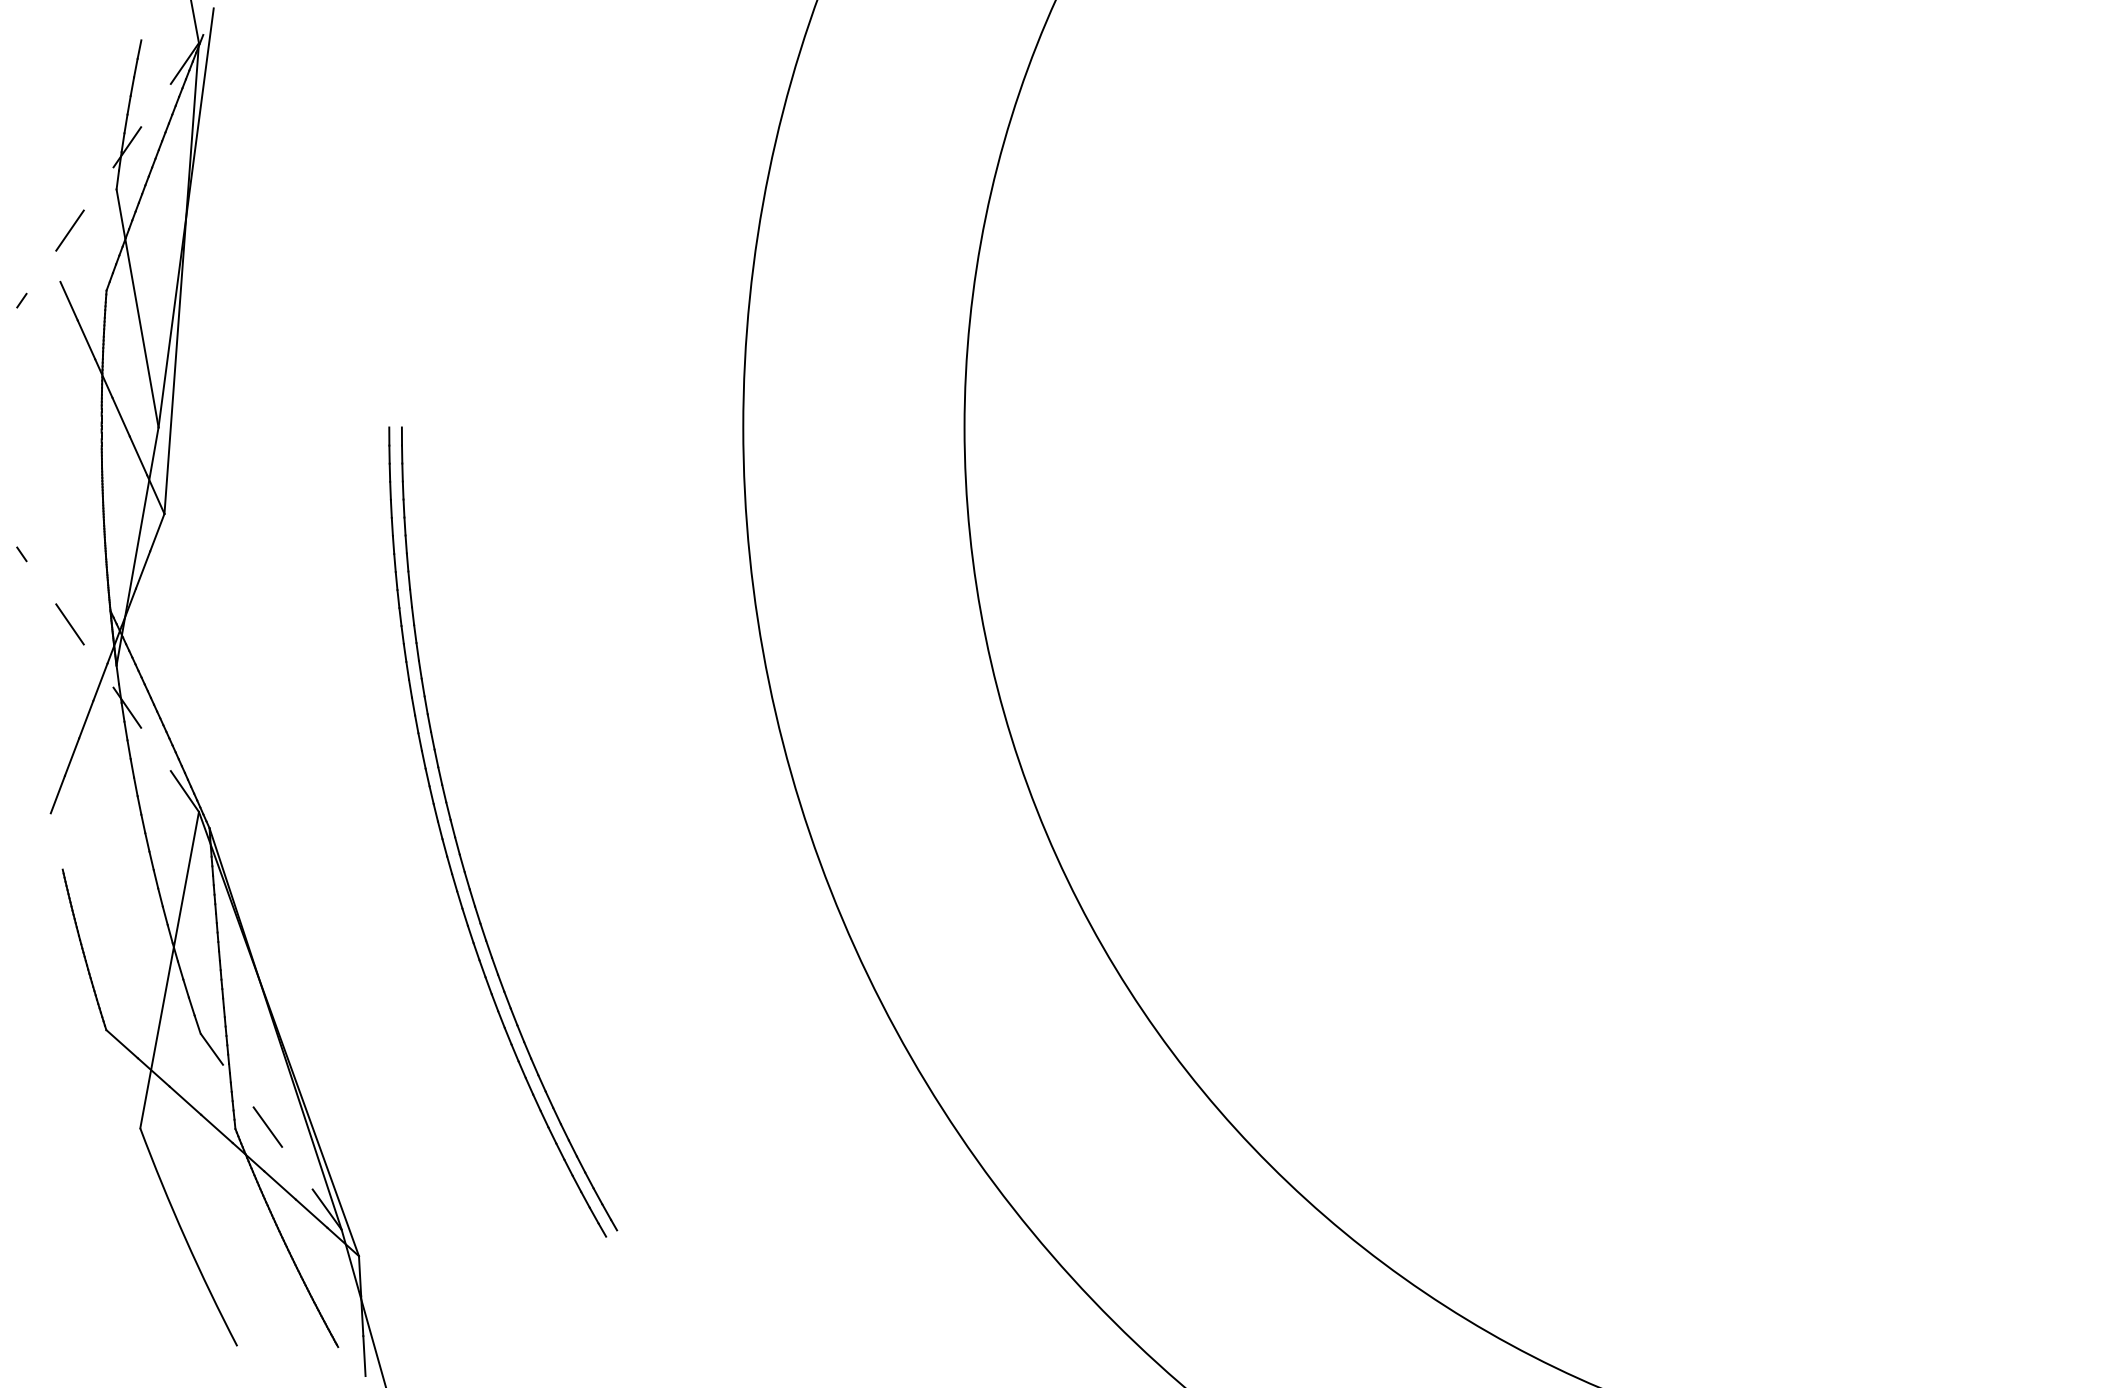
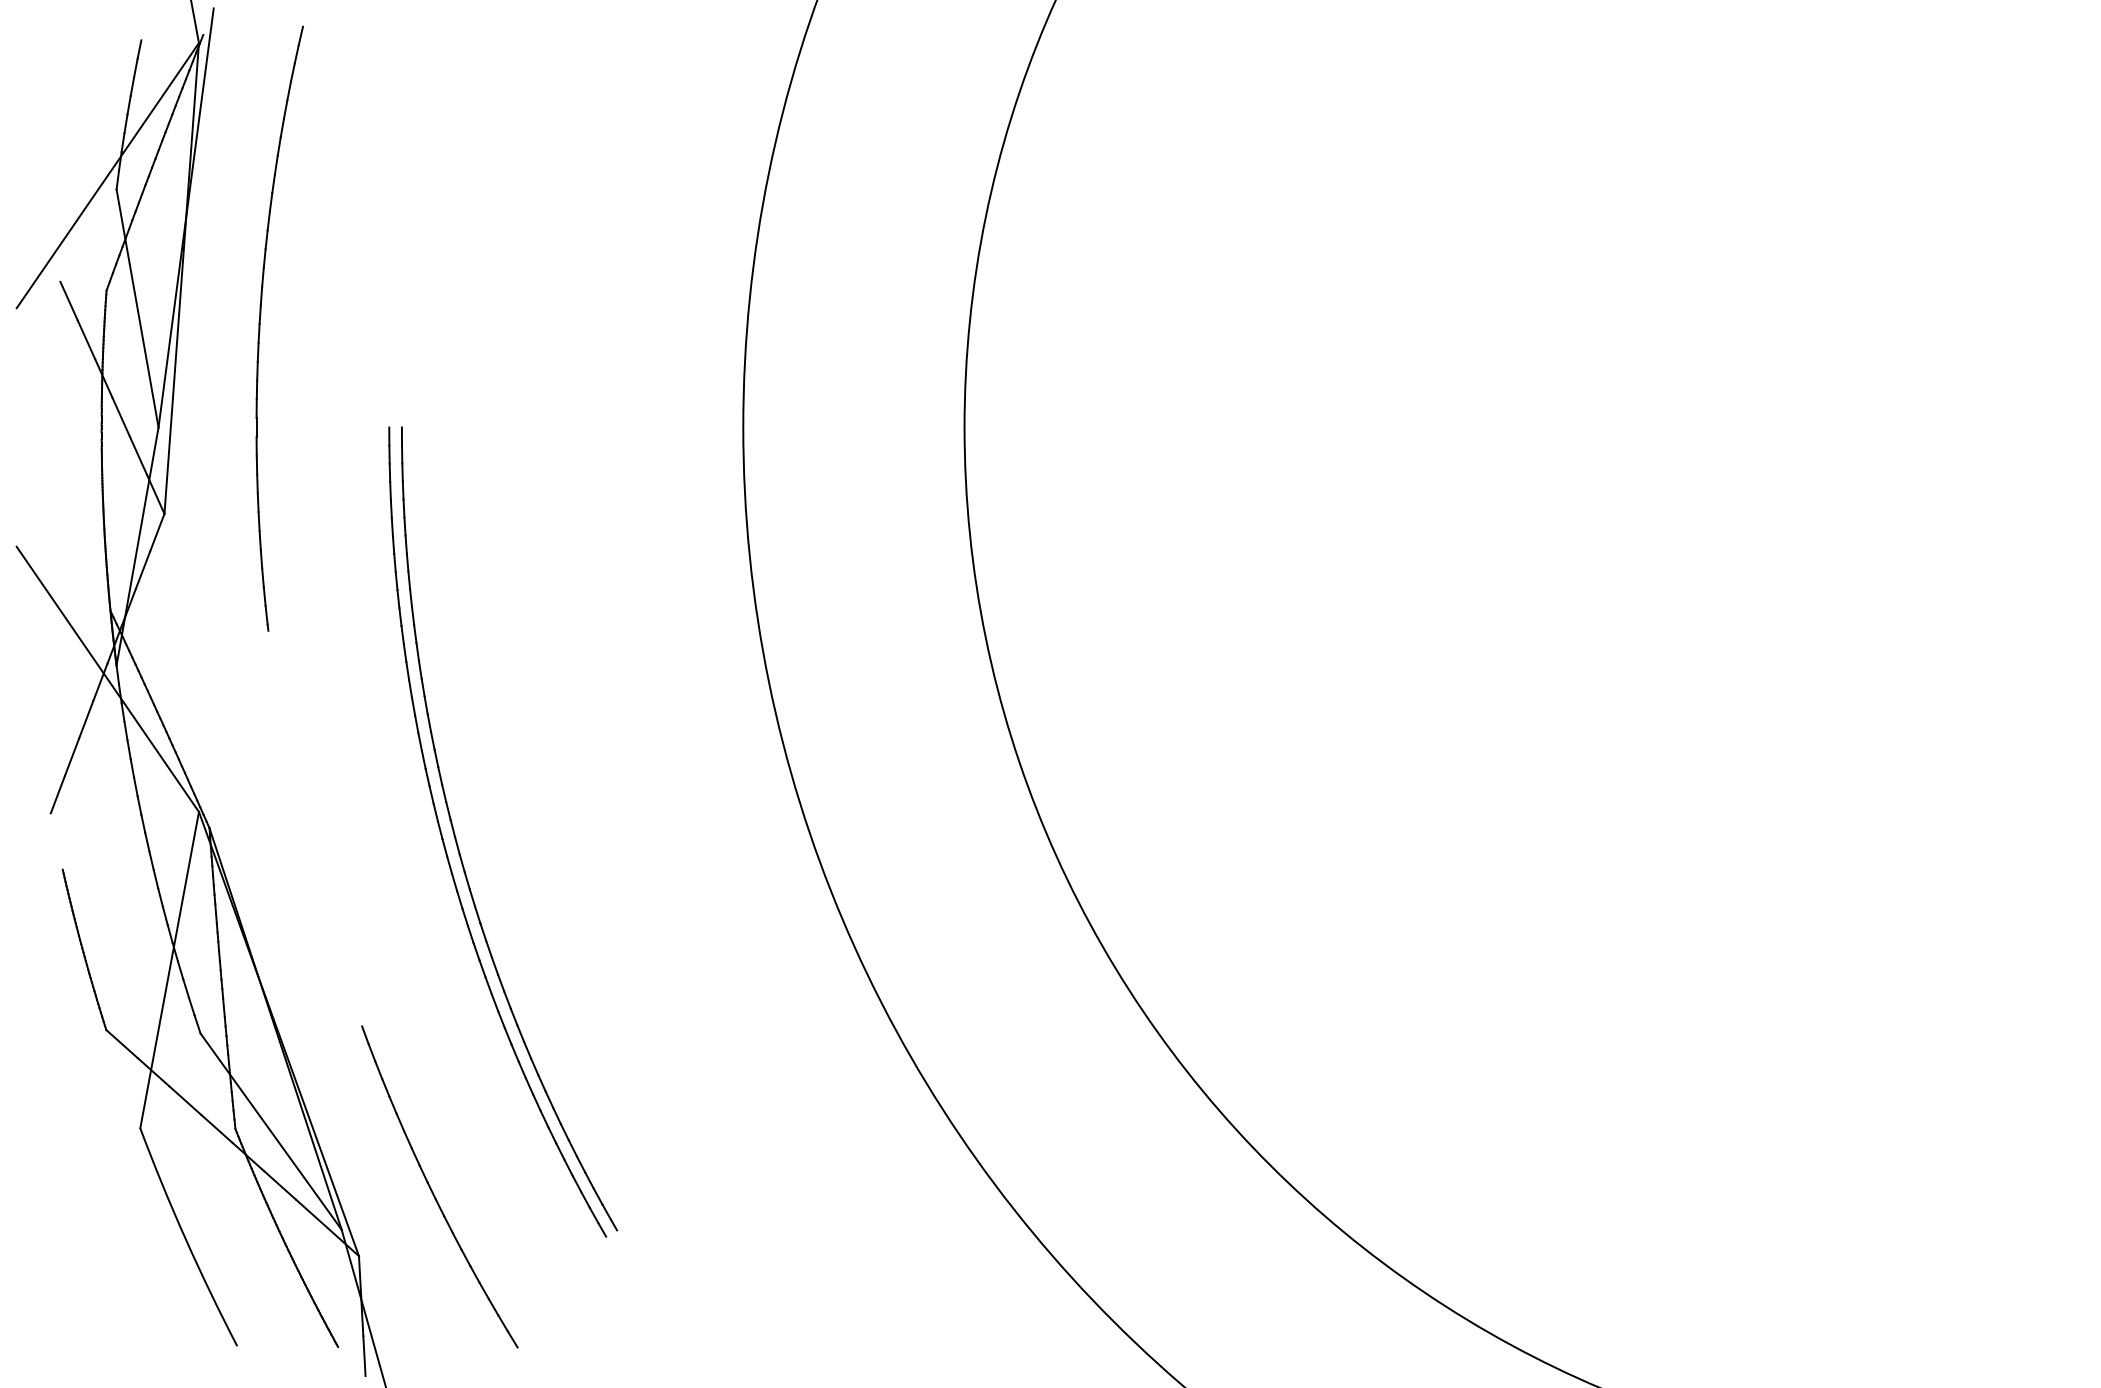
line at (107, 175): dashed -> solid
part at (260, 328): none -> present
line at (107, 679): dashed -> solid
line at (271, 1131): dashed -> solid
part at (431, 1187): none -> present
